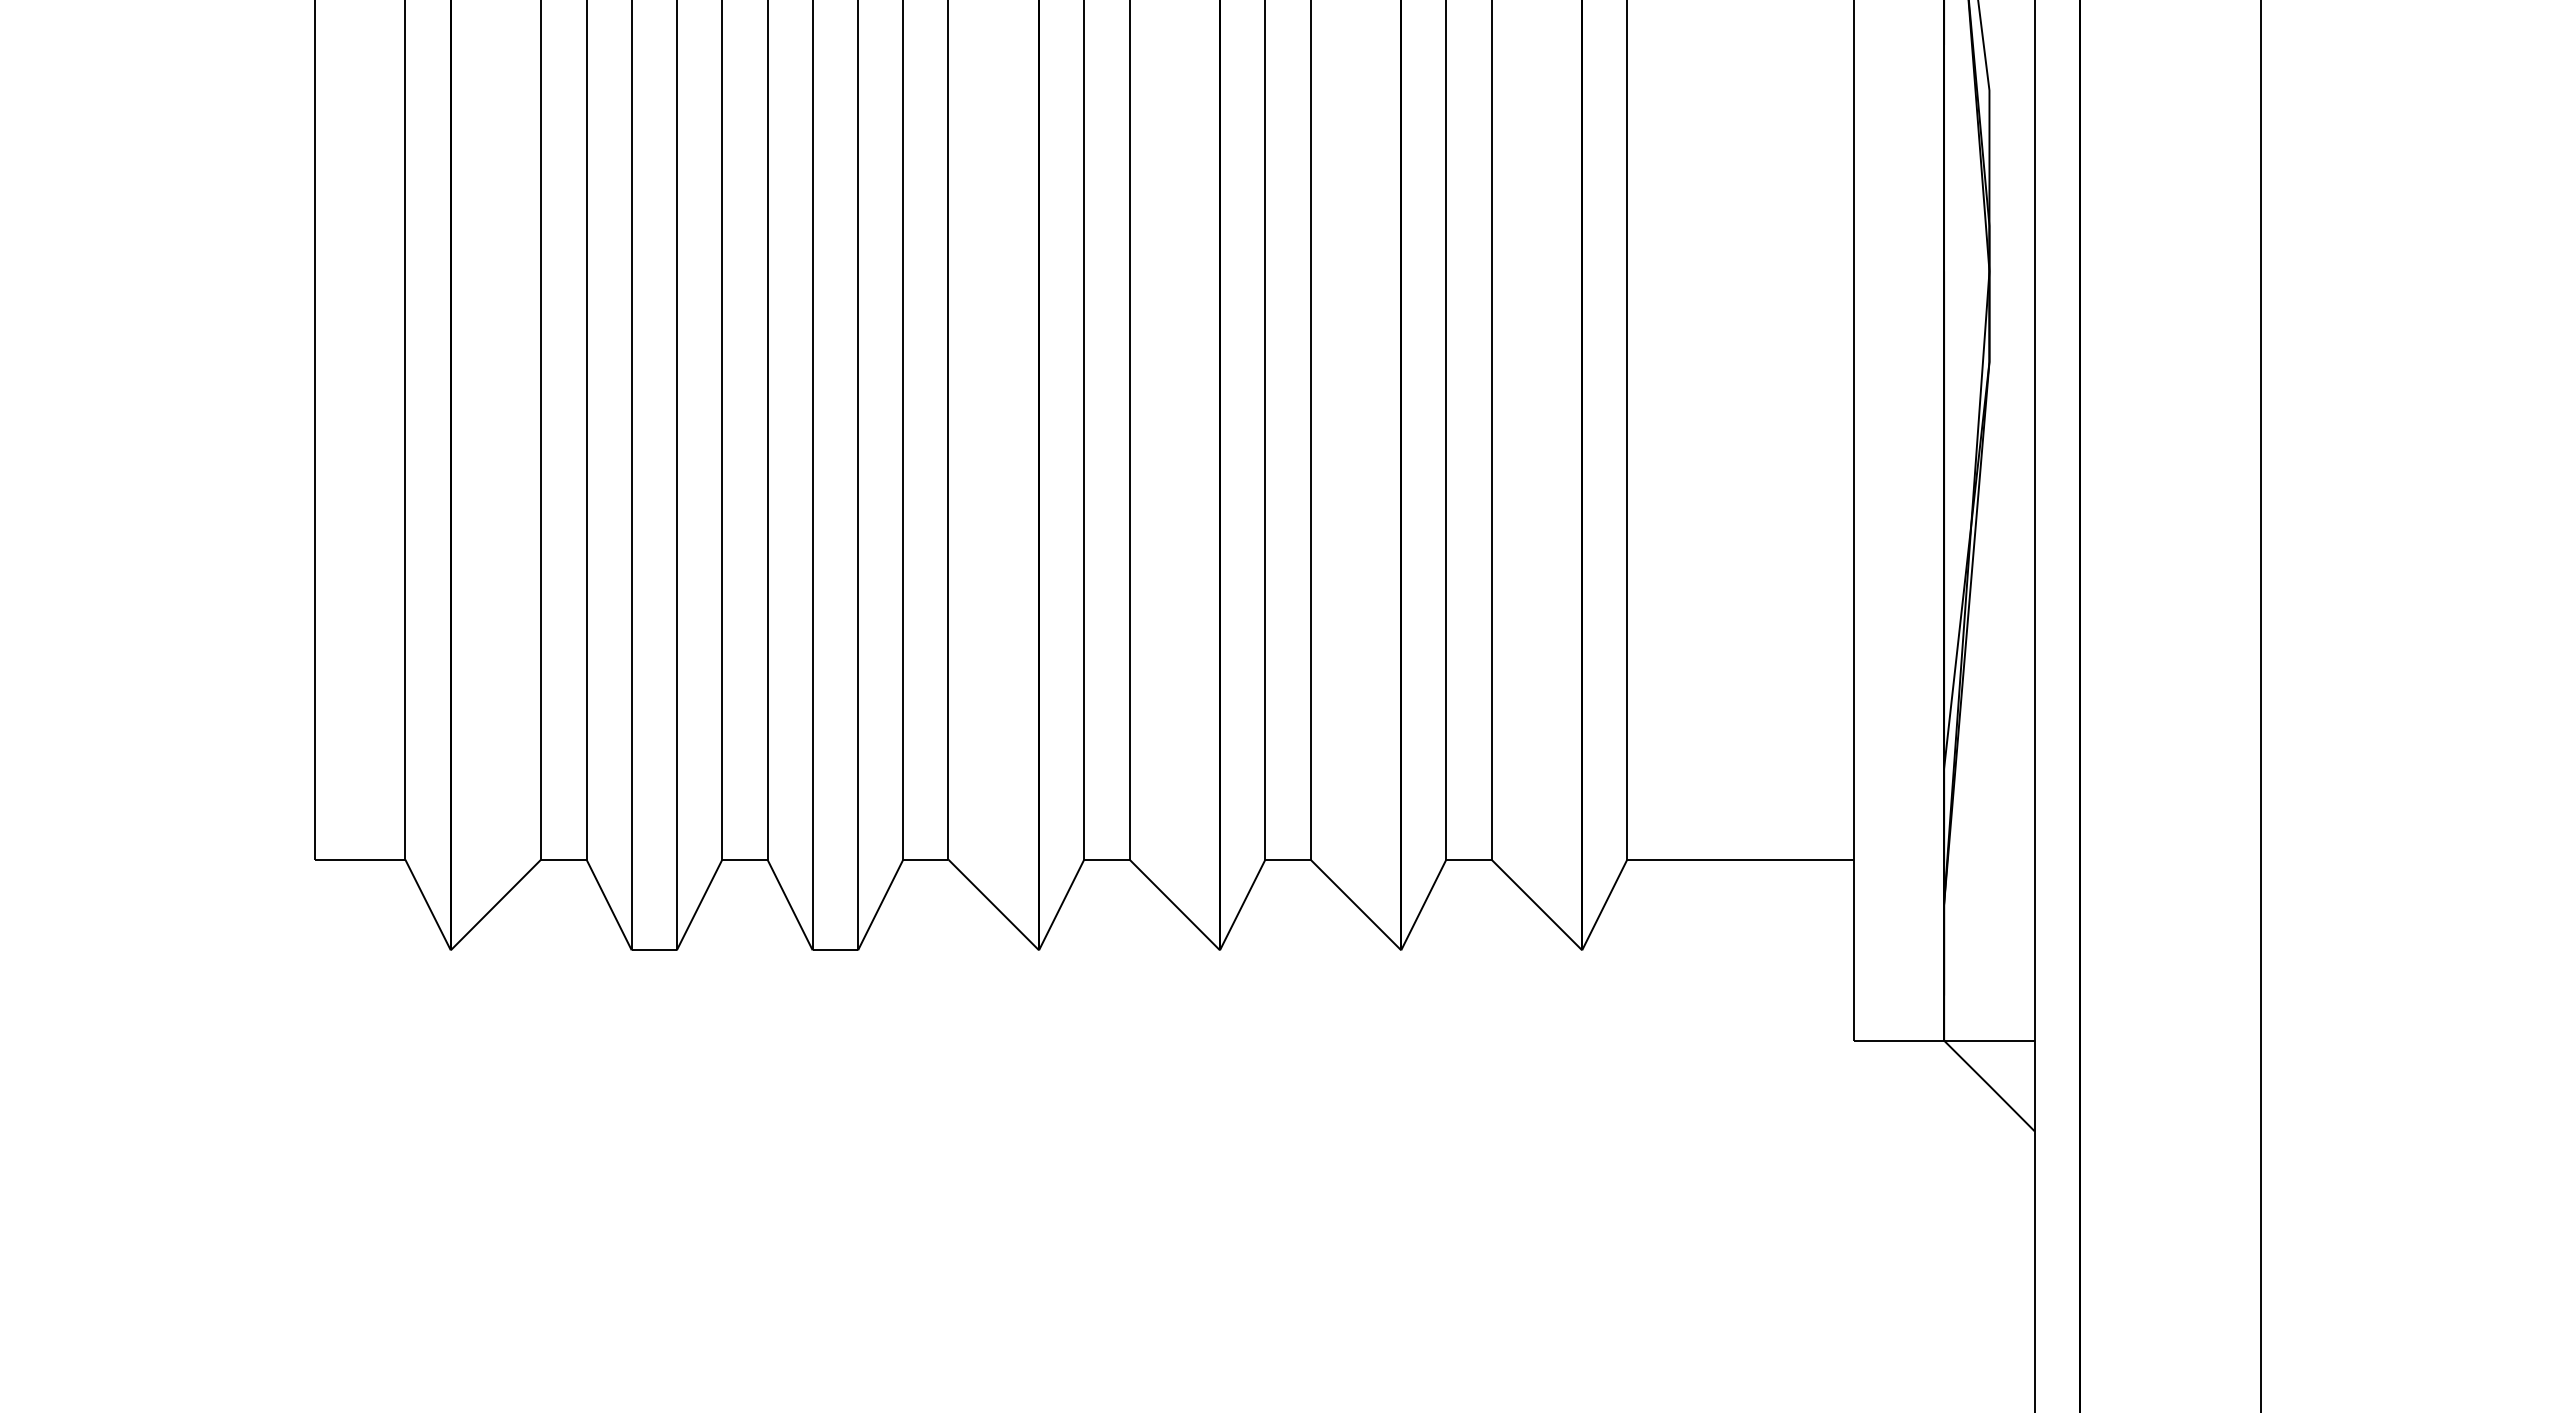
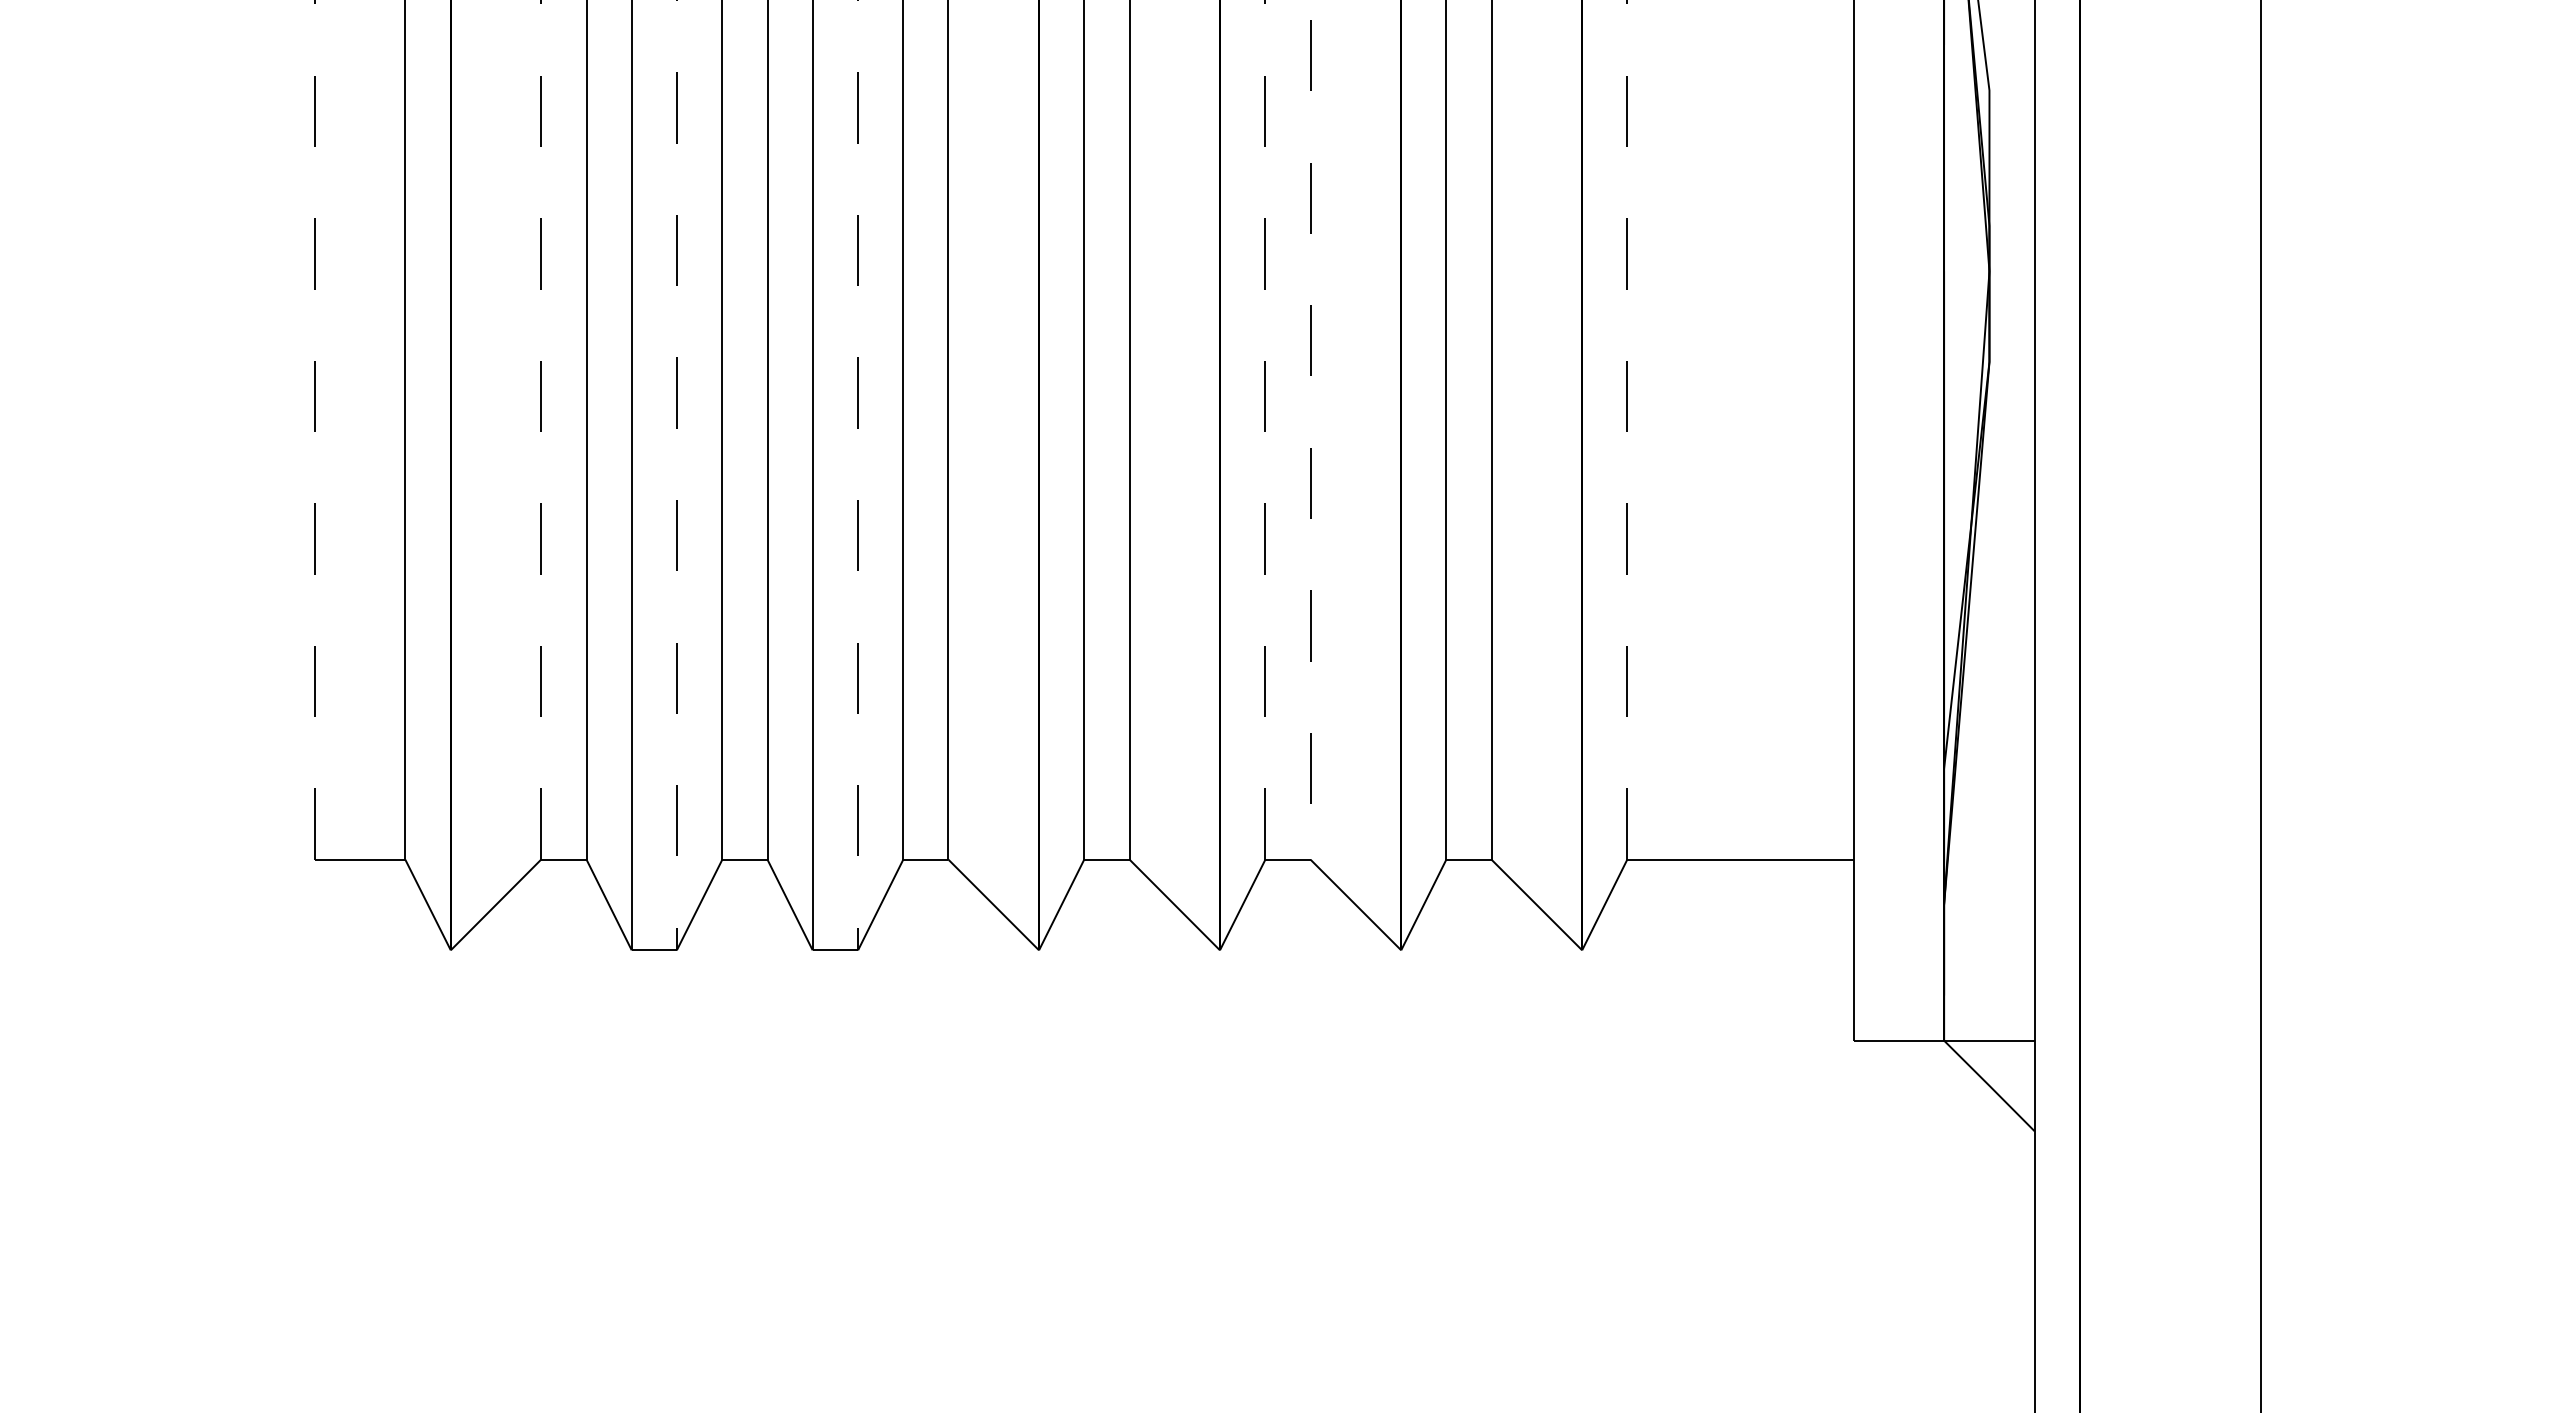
line at (314, 429): solid -> dashed
line at (541, 429): solid -> dashed
line at (1265, 429): solid -> dashed
line at (1310, 429): solid -> dashed
line at (1627, 429): solid -> dashed
line at (676, 475): solid -> dashed
line at (858, 475): solid -> dashed
